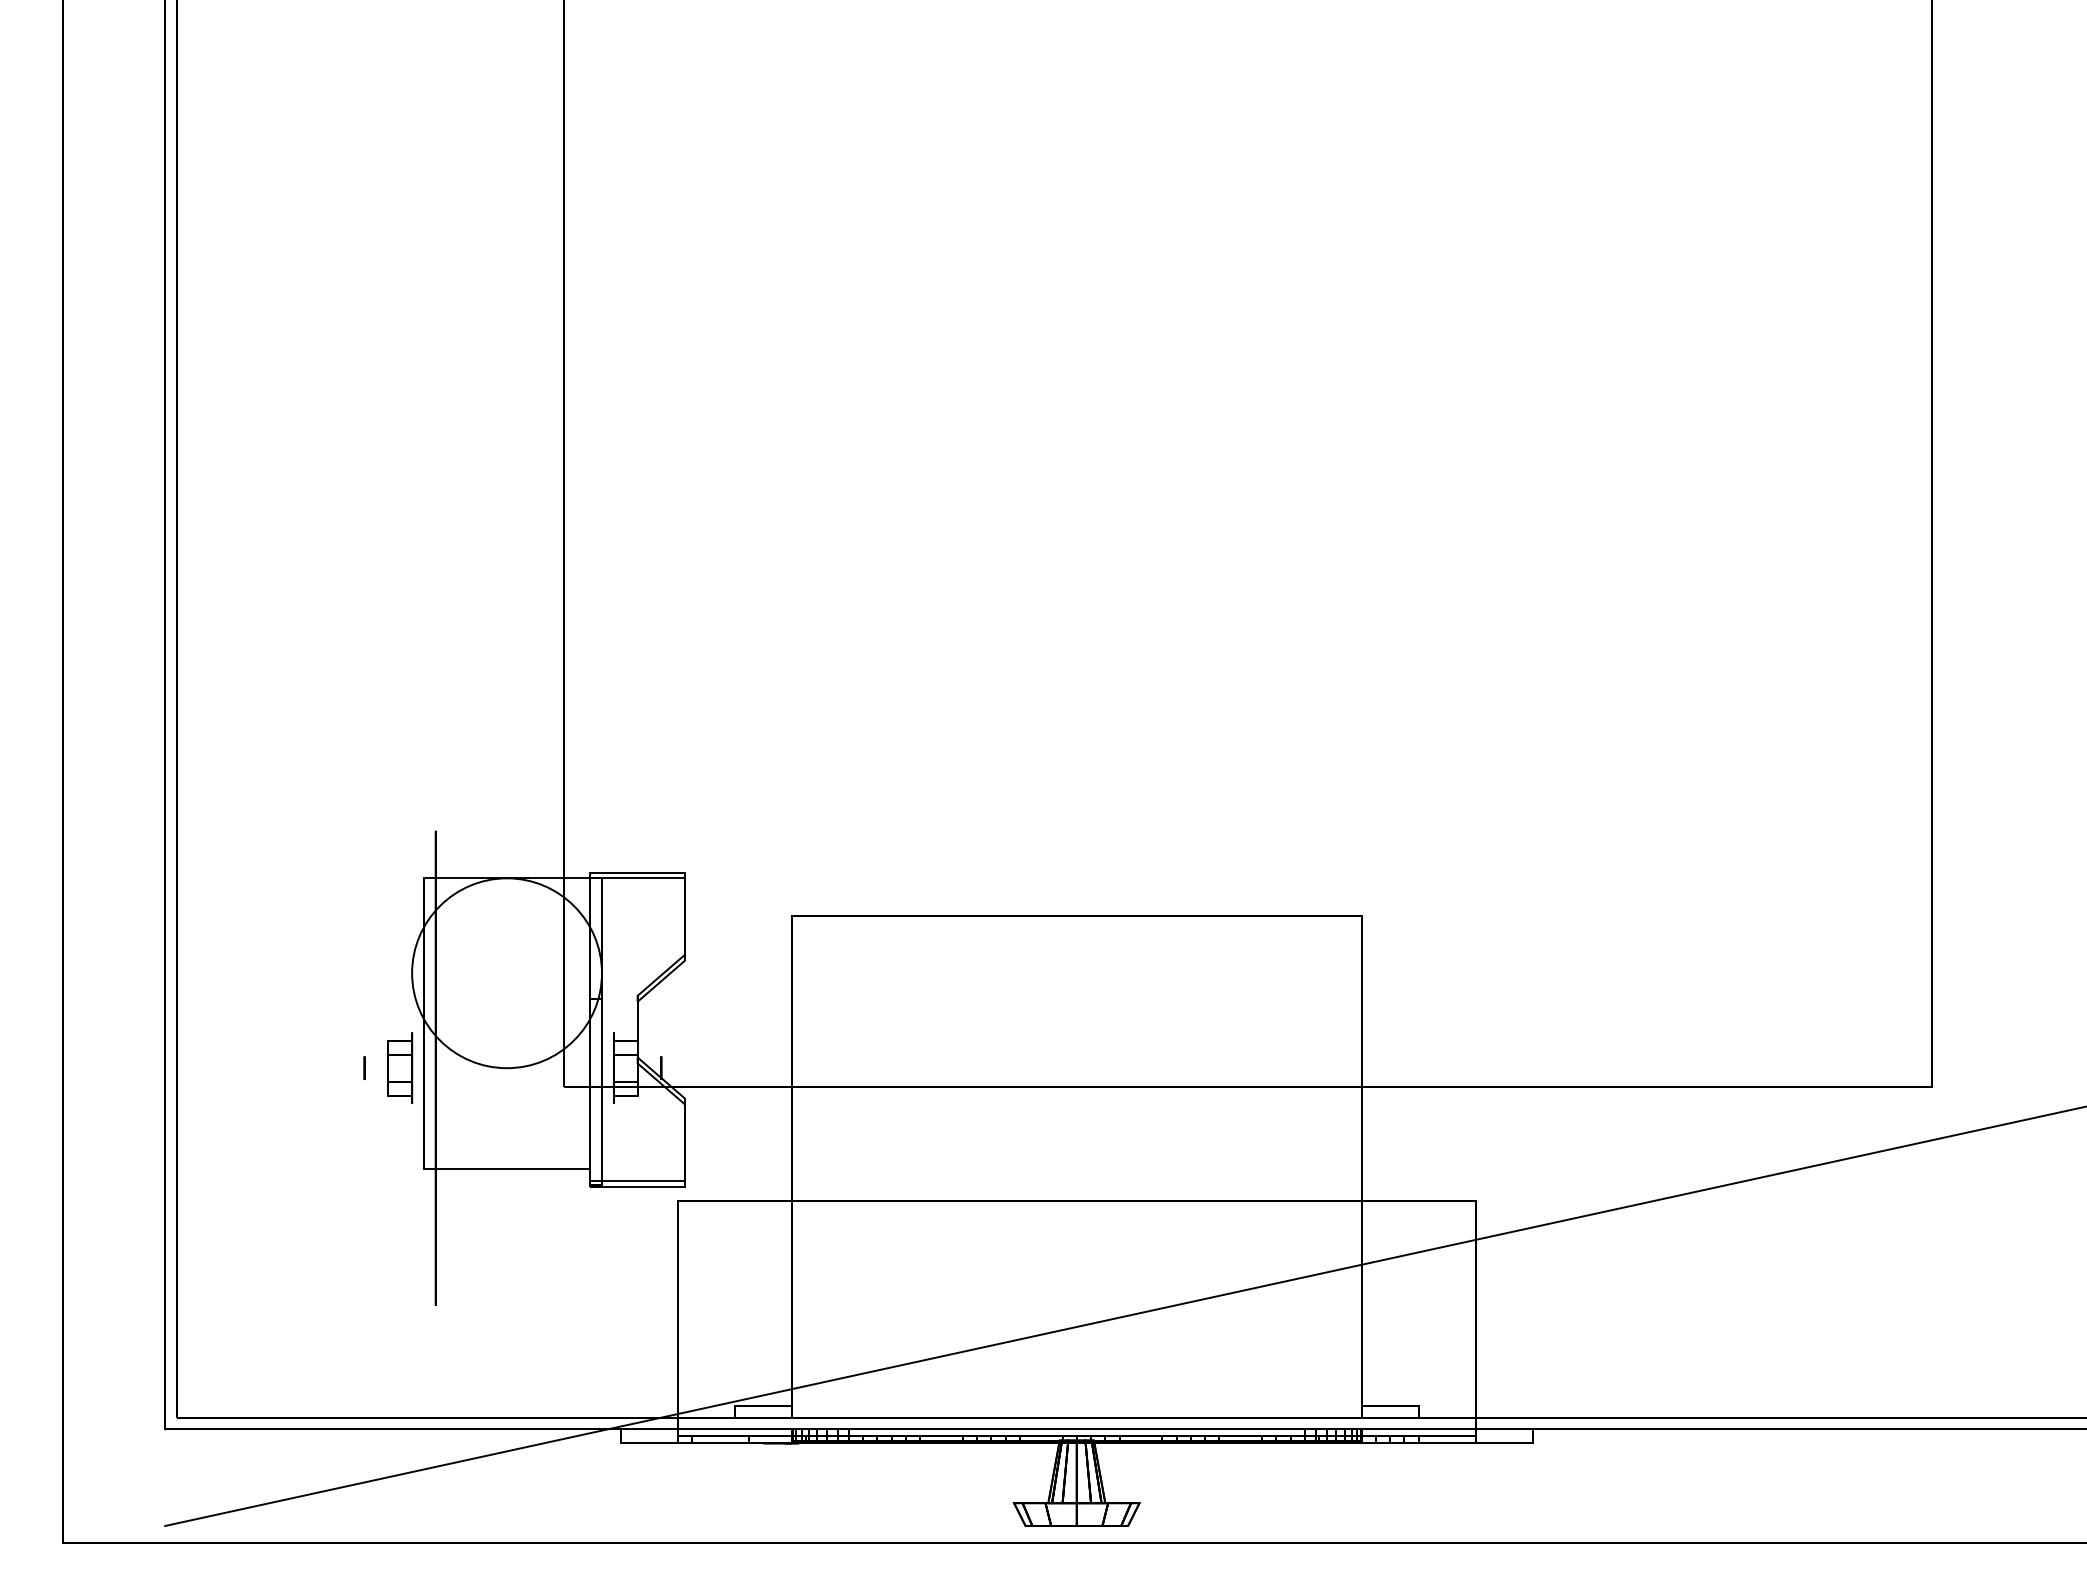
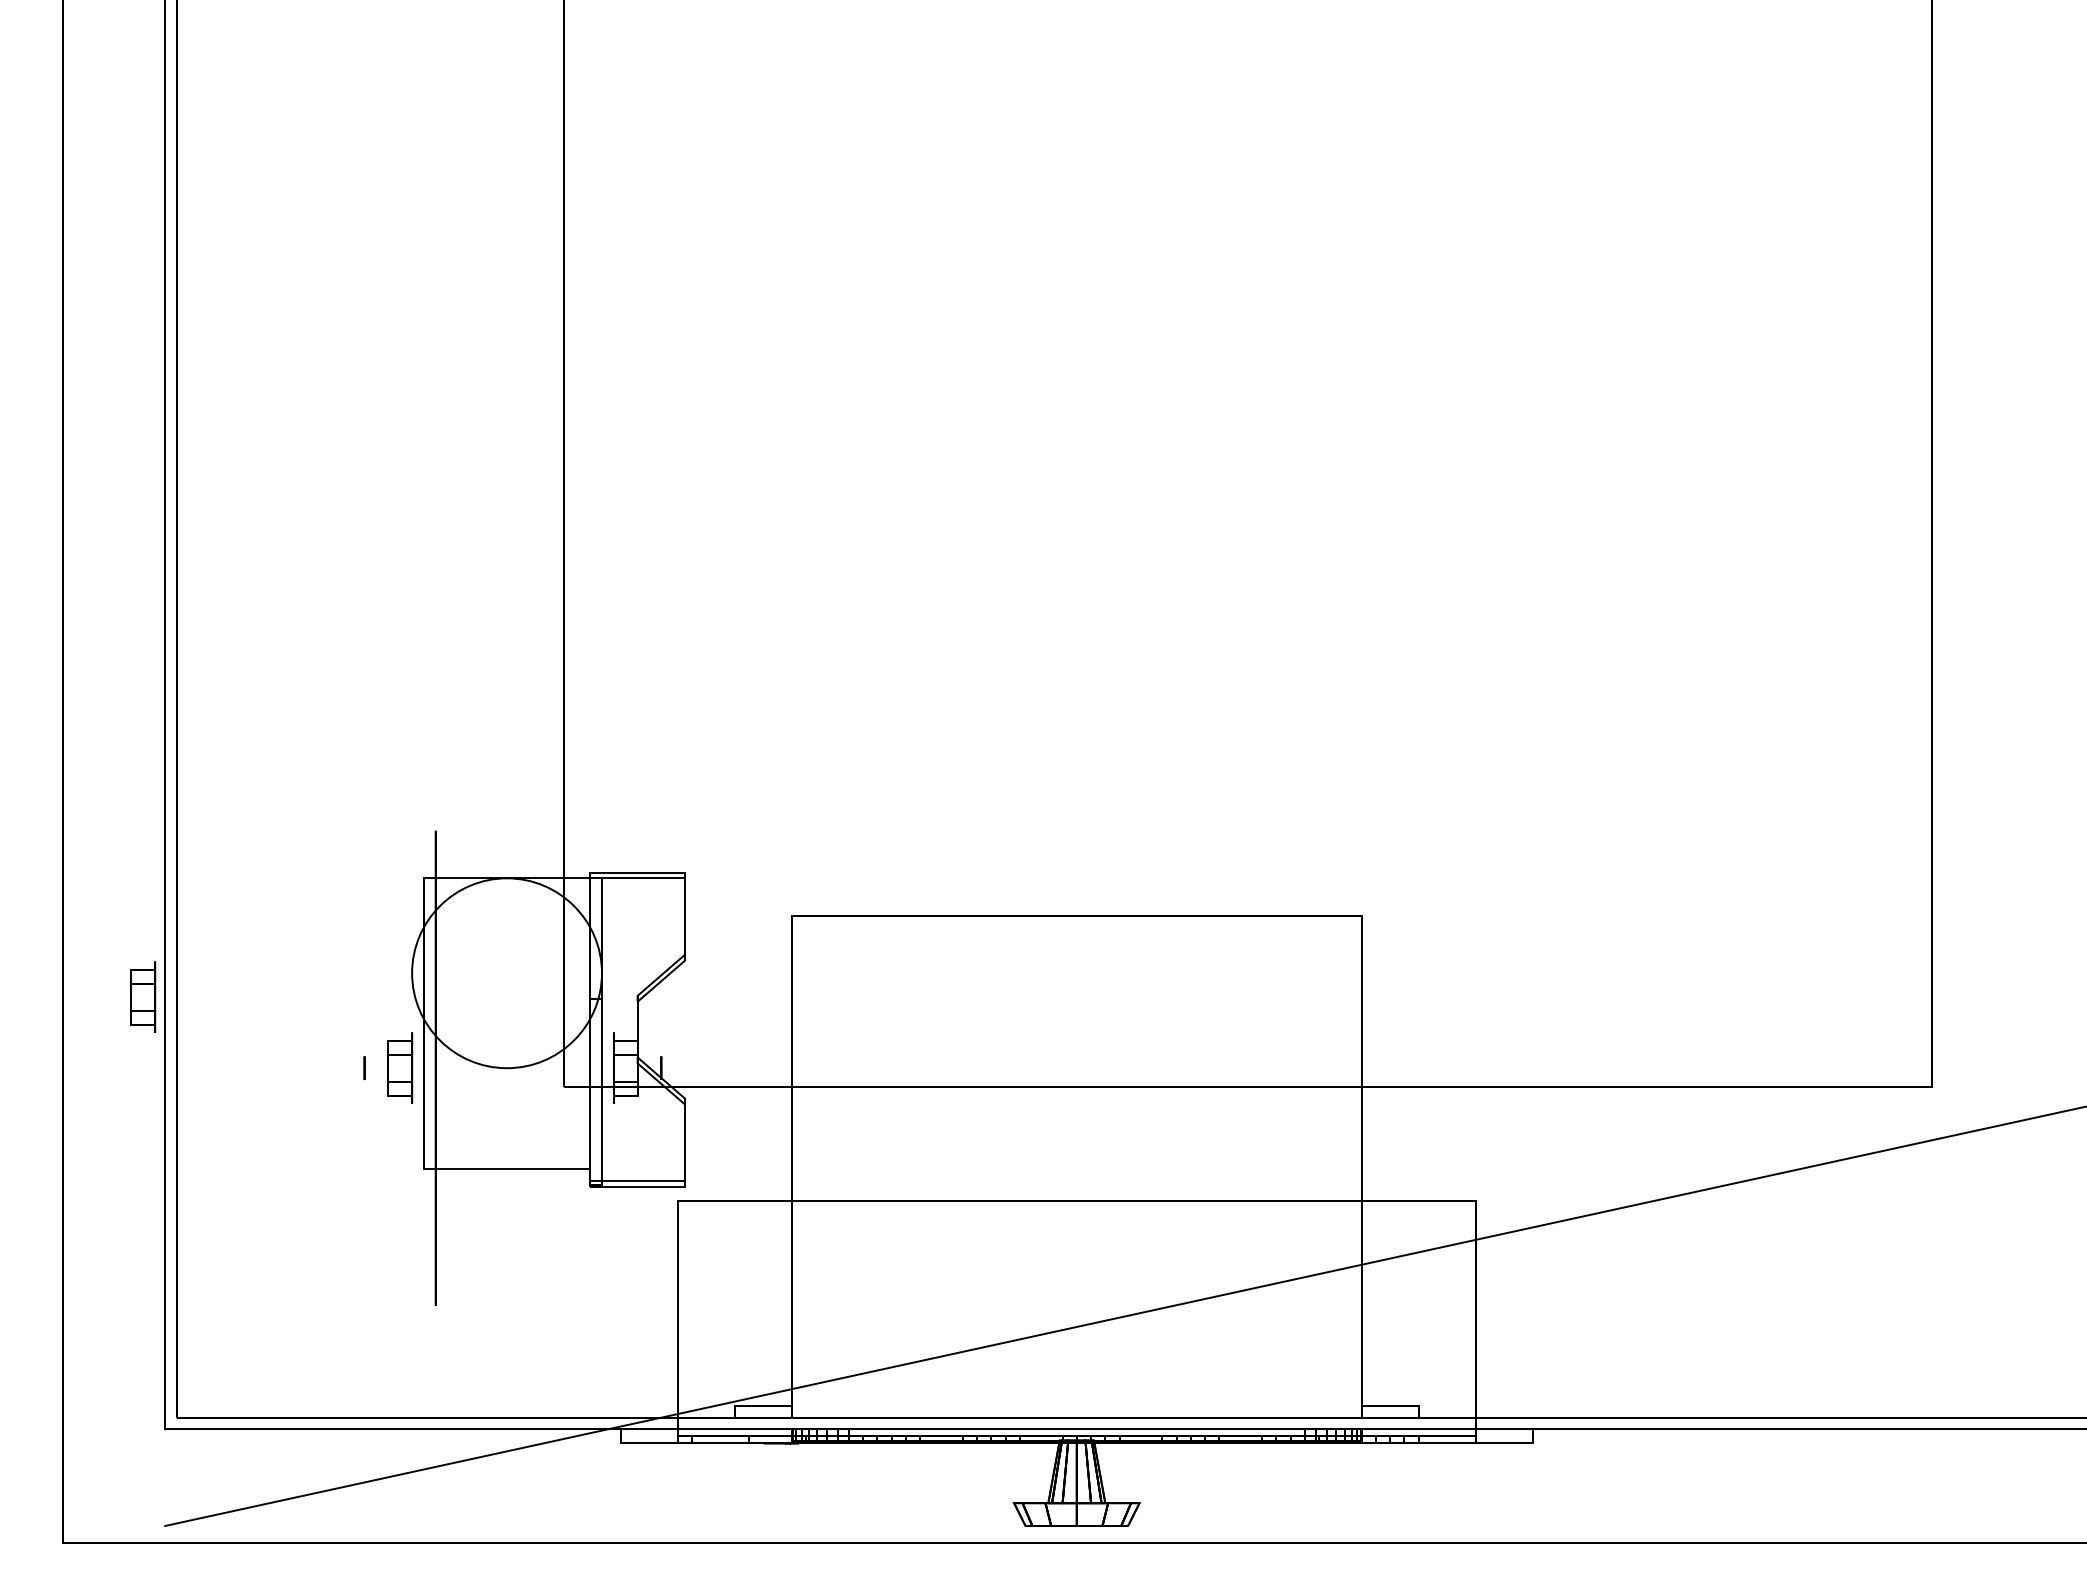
part at (143, 996): none -> present
